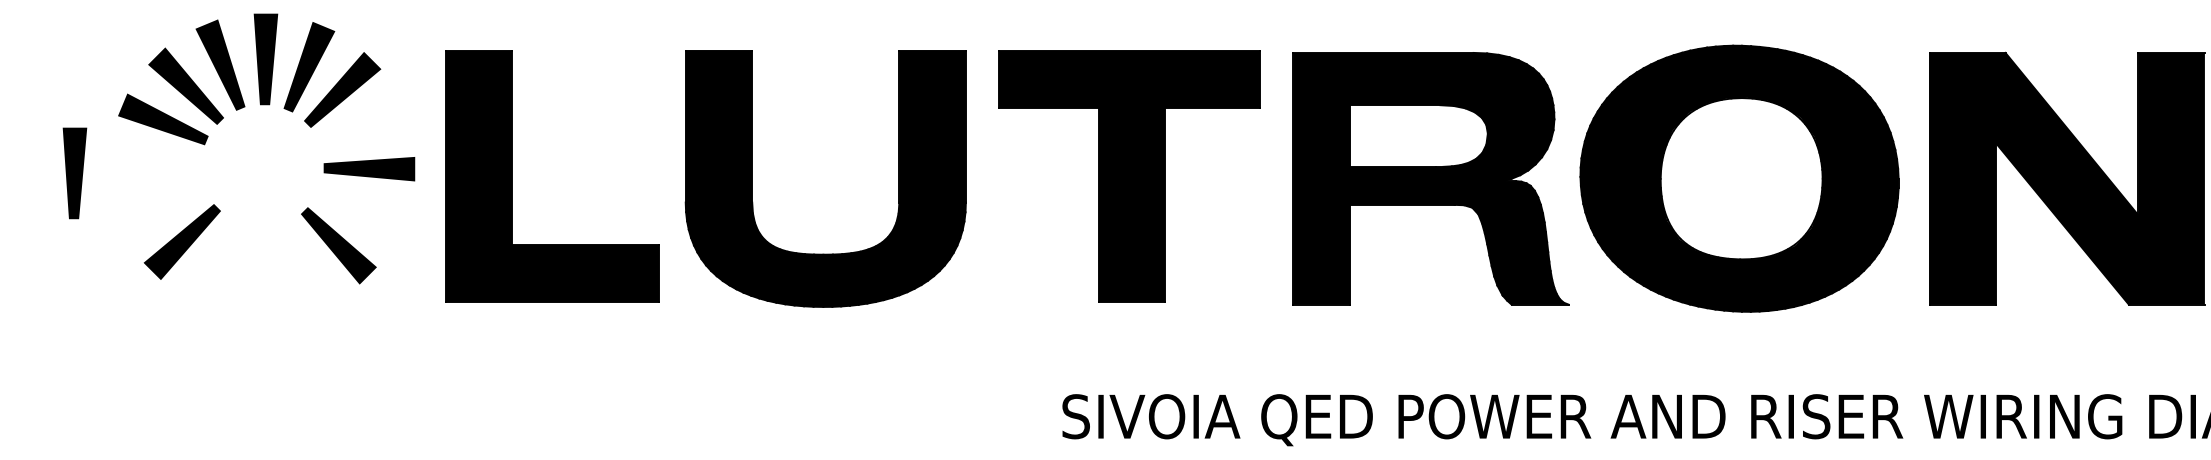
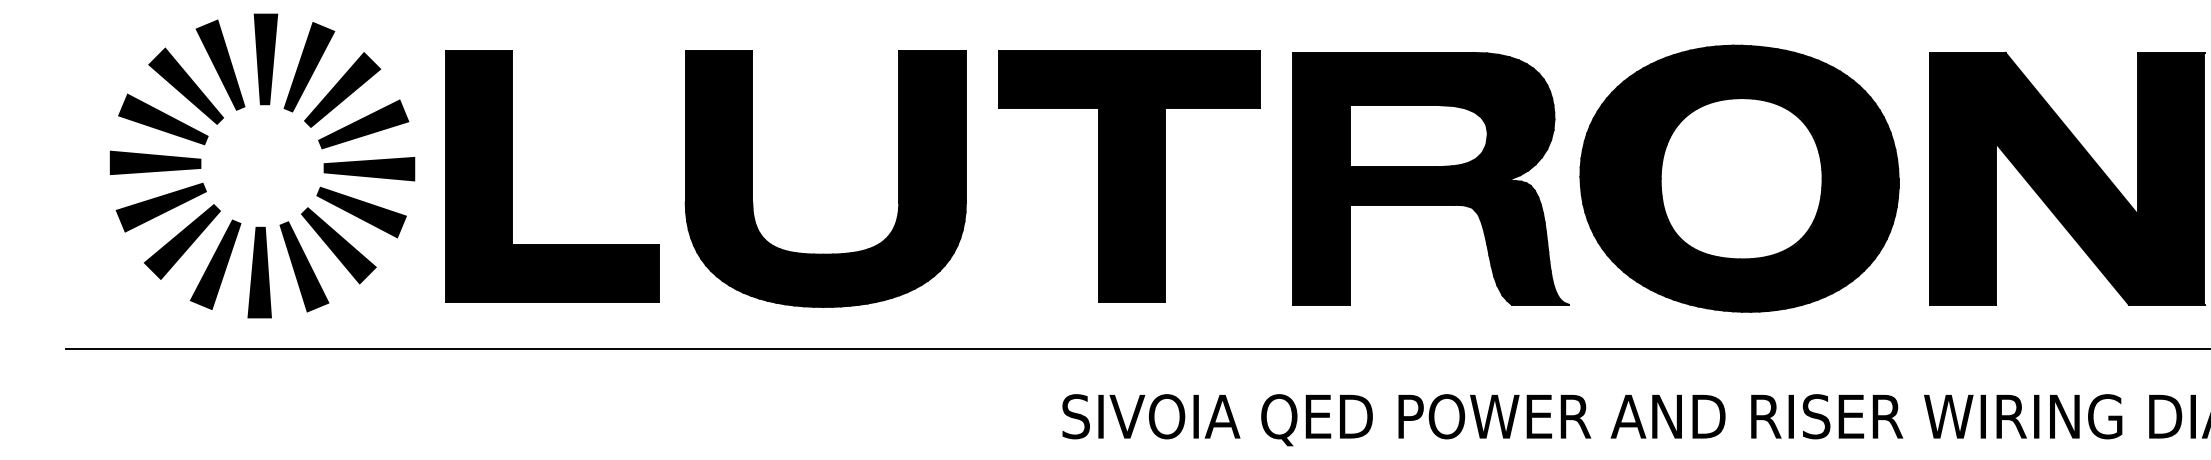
fill at (363, 124): none -> present
fill at (155, 162): none -> present
part at (74, 173): present -> none
part at (160, 207): none -> present
fill at (361, 212): none -> present
fill at (215, 264): none -> present
fill at (304, 266): none -> present
fill at (259, 272): none -> present
line at (1136, 348): none -> present
